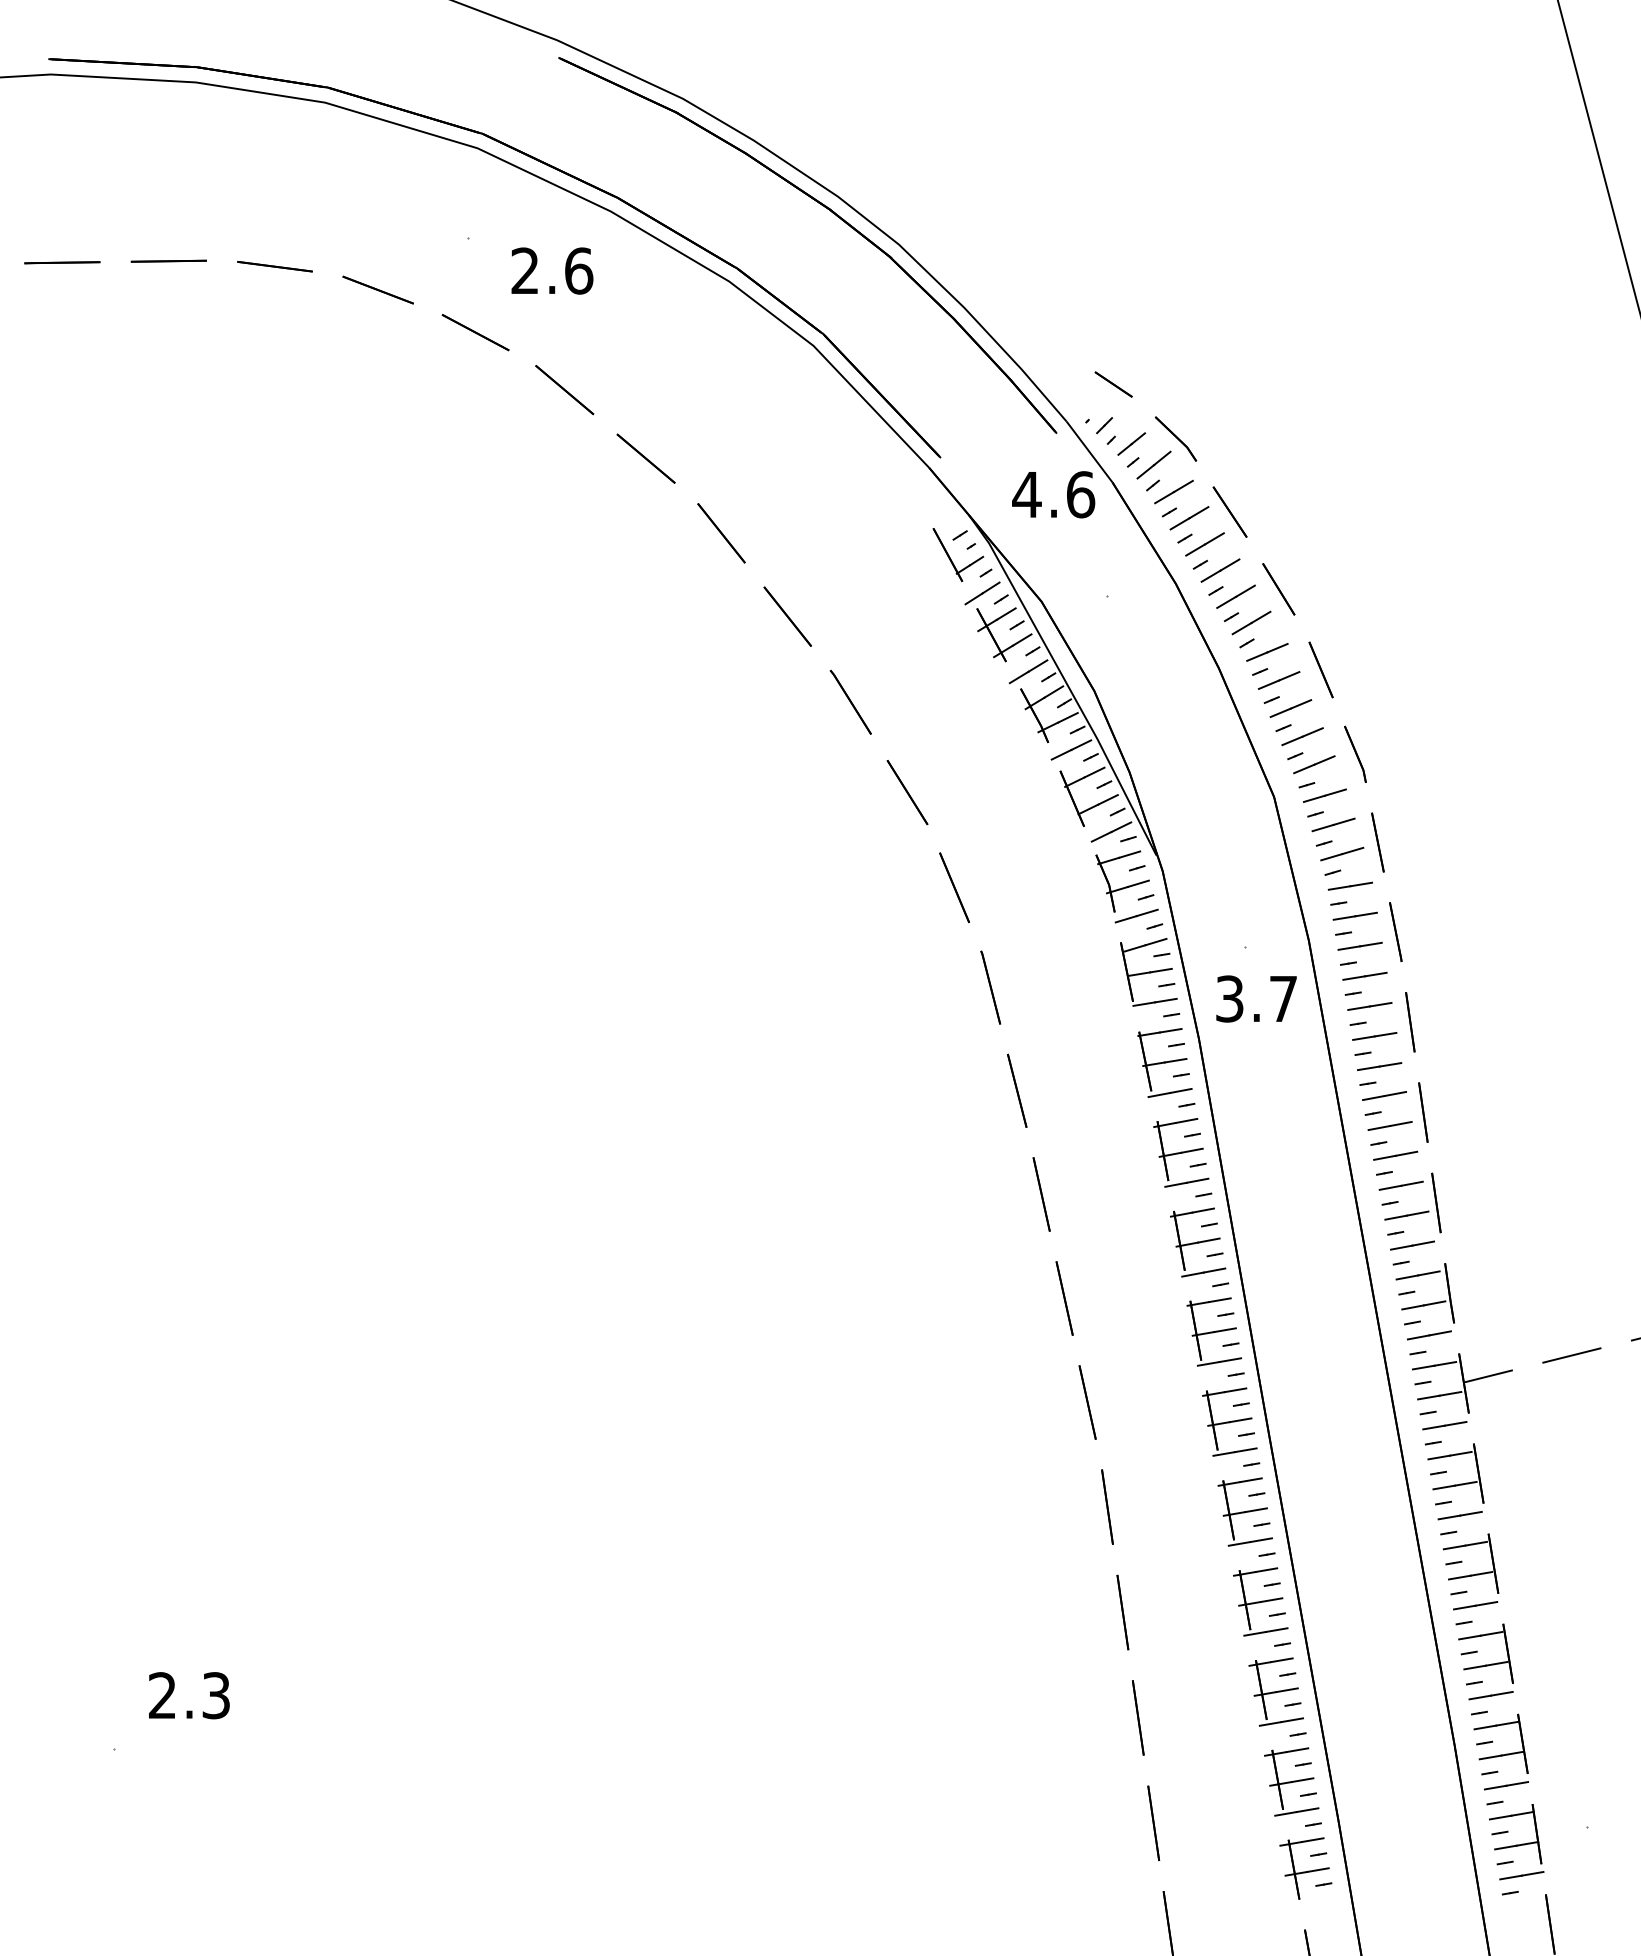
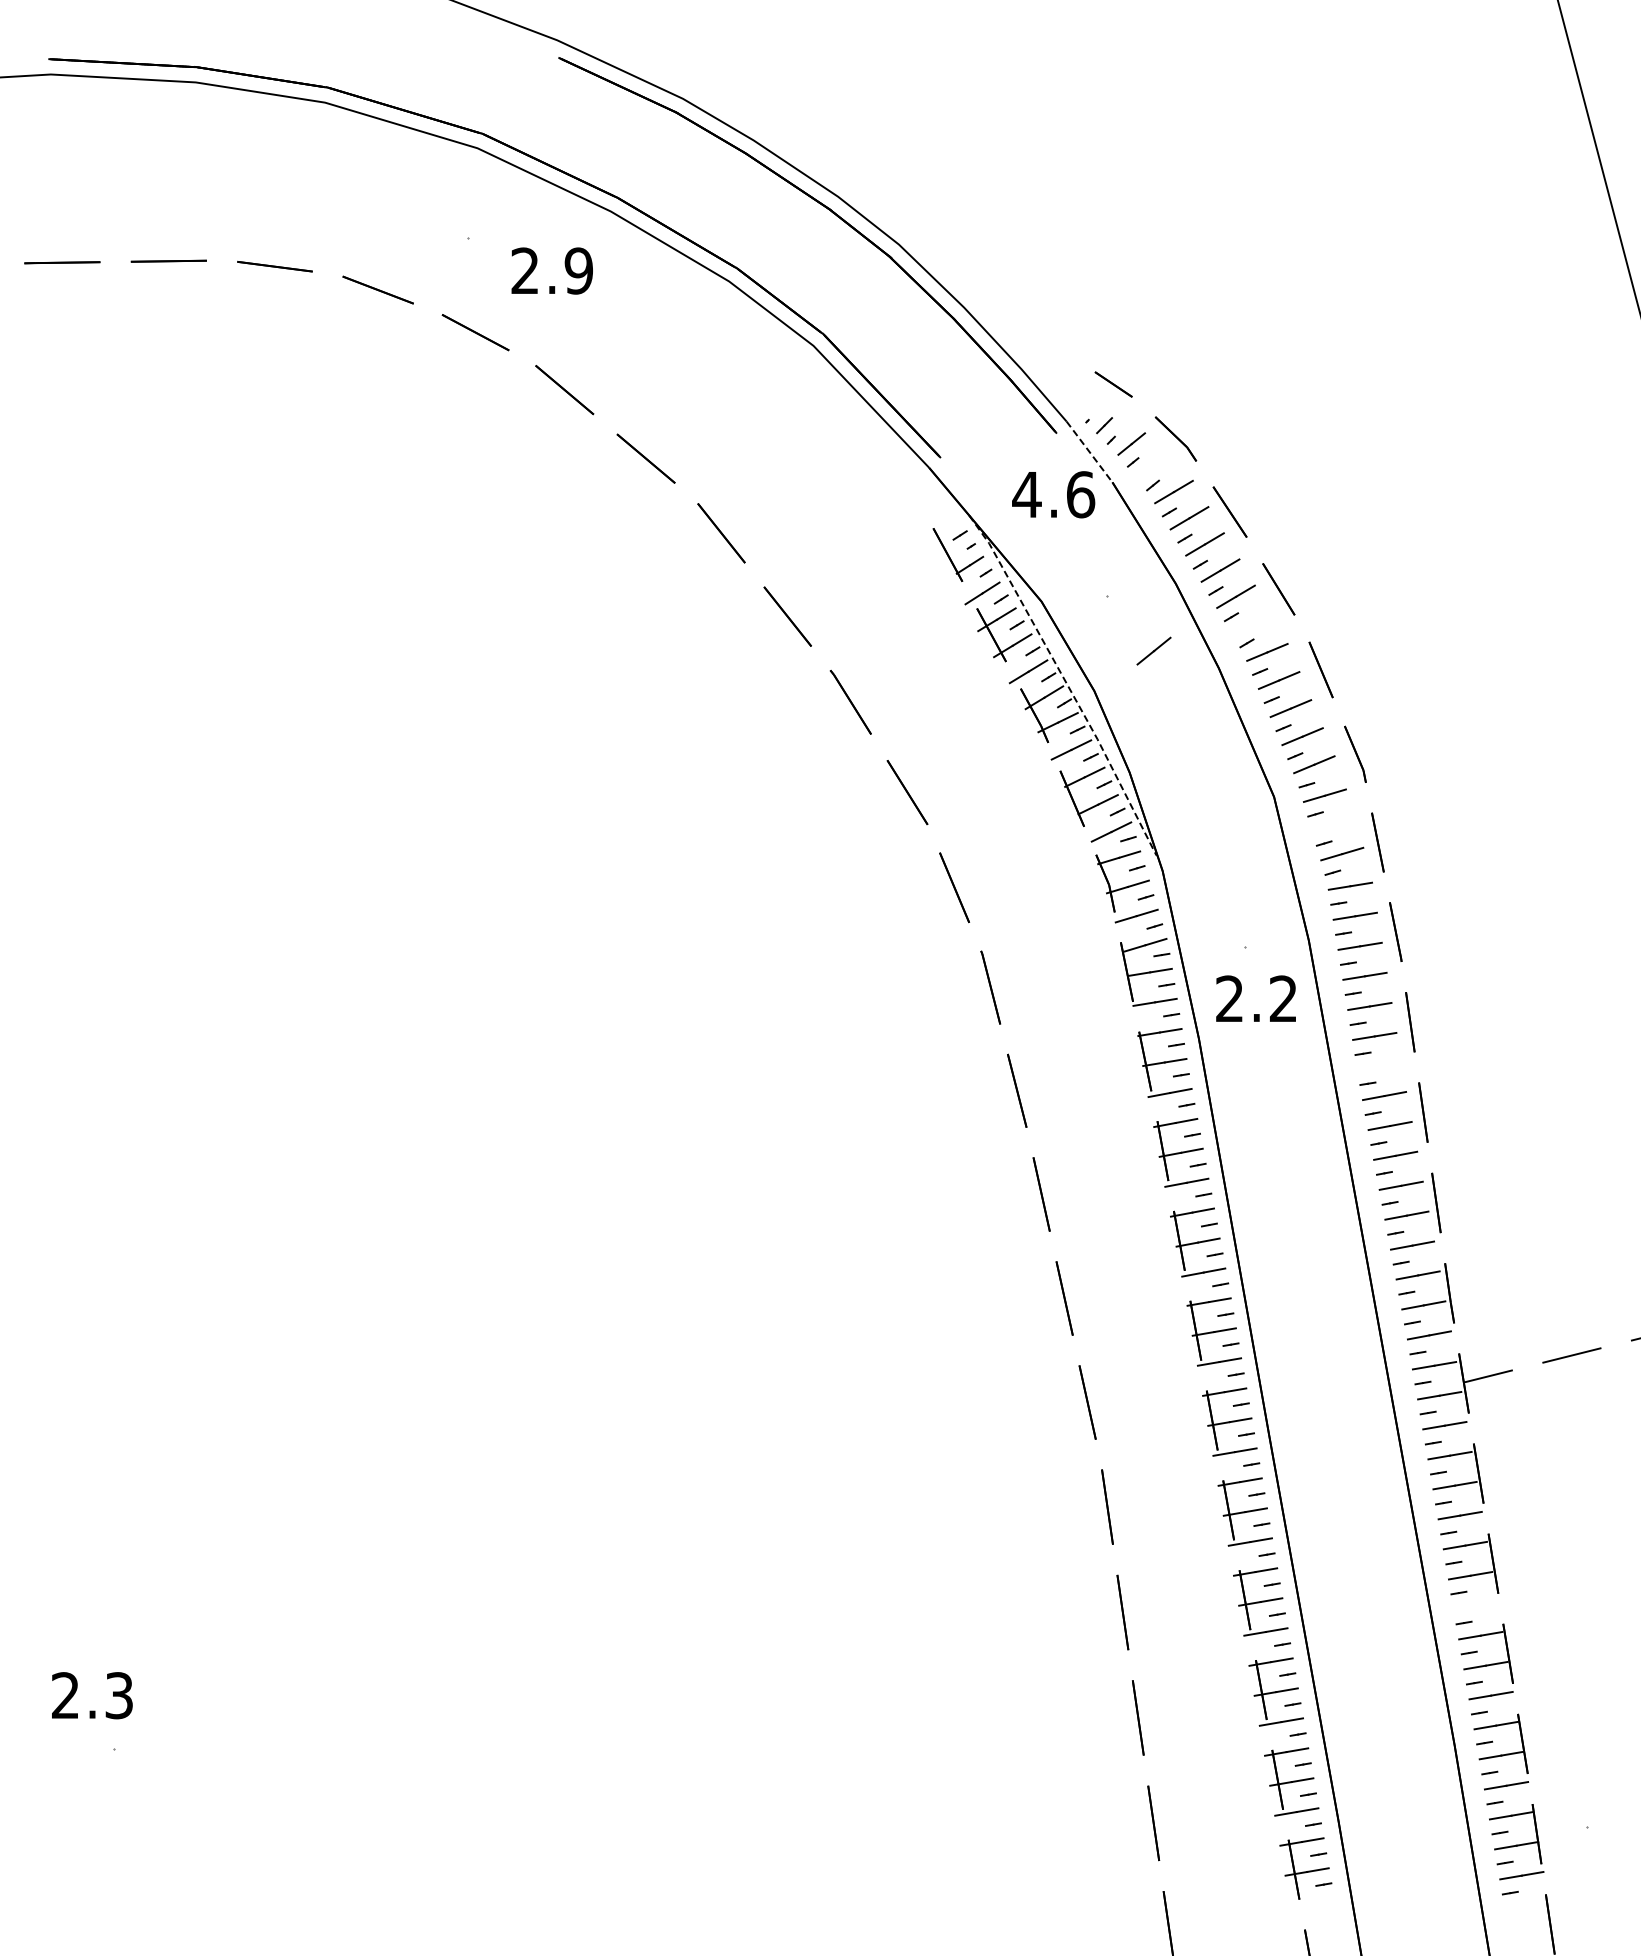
text at (578, 270): 2.6 -> 2.9
line at (1089, 452): solid -> dashed
line at (1153, 464) position: (1153, 464) -> (1153, 650)
line at (1251, 622): present -> none
line at (1066, 683): solid -> dashed
line at (1333, 824): present -> none
text at (1256, 998): 3.7 -> 2.2
line at (1379, 1066): present -> none
line at (1475, 1605): present -> none
text at (189, 1695) position: (189, 1695) -> (92, 1695)
